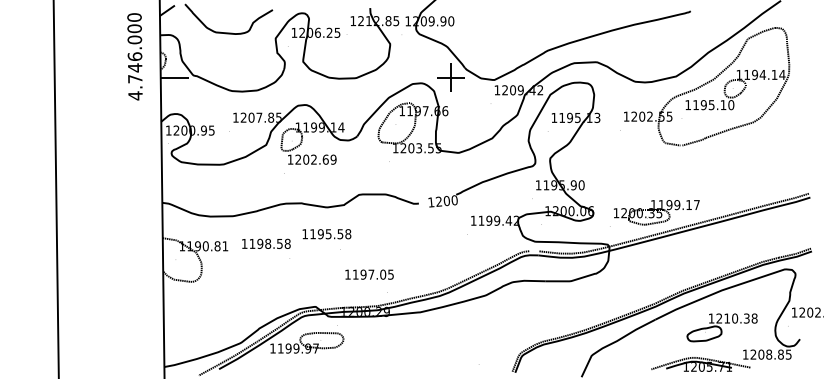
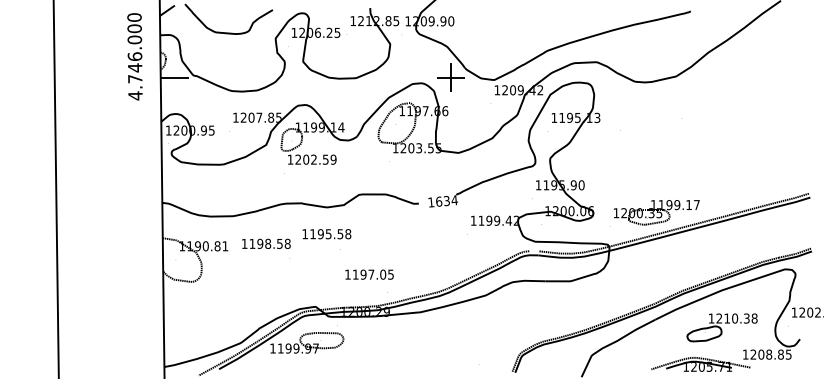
part at (707, 86): present -> none
text at (325, 159): 1202.69 -> 1202.59
text at (446, 200): 1200 -> 1634
